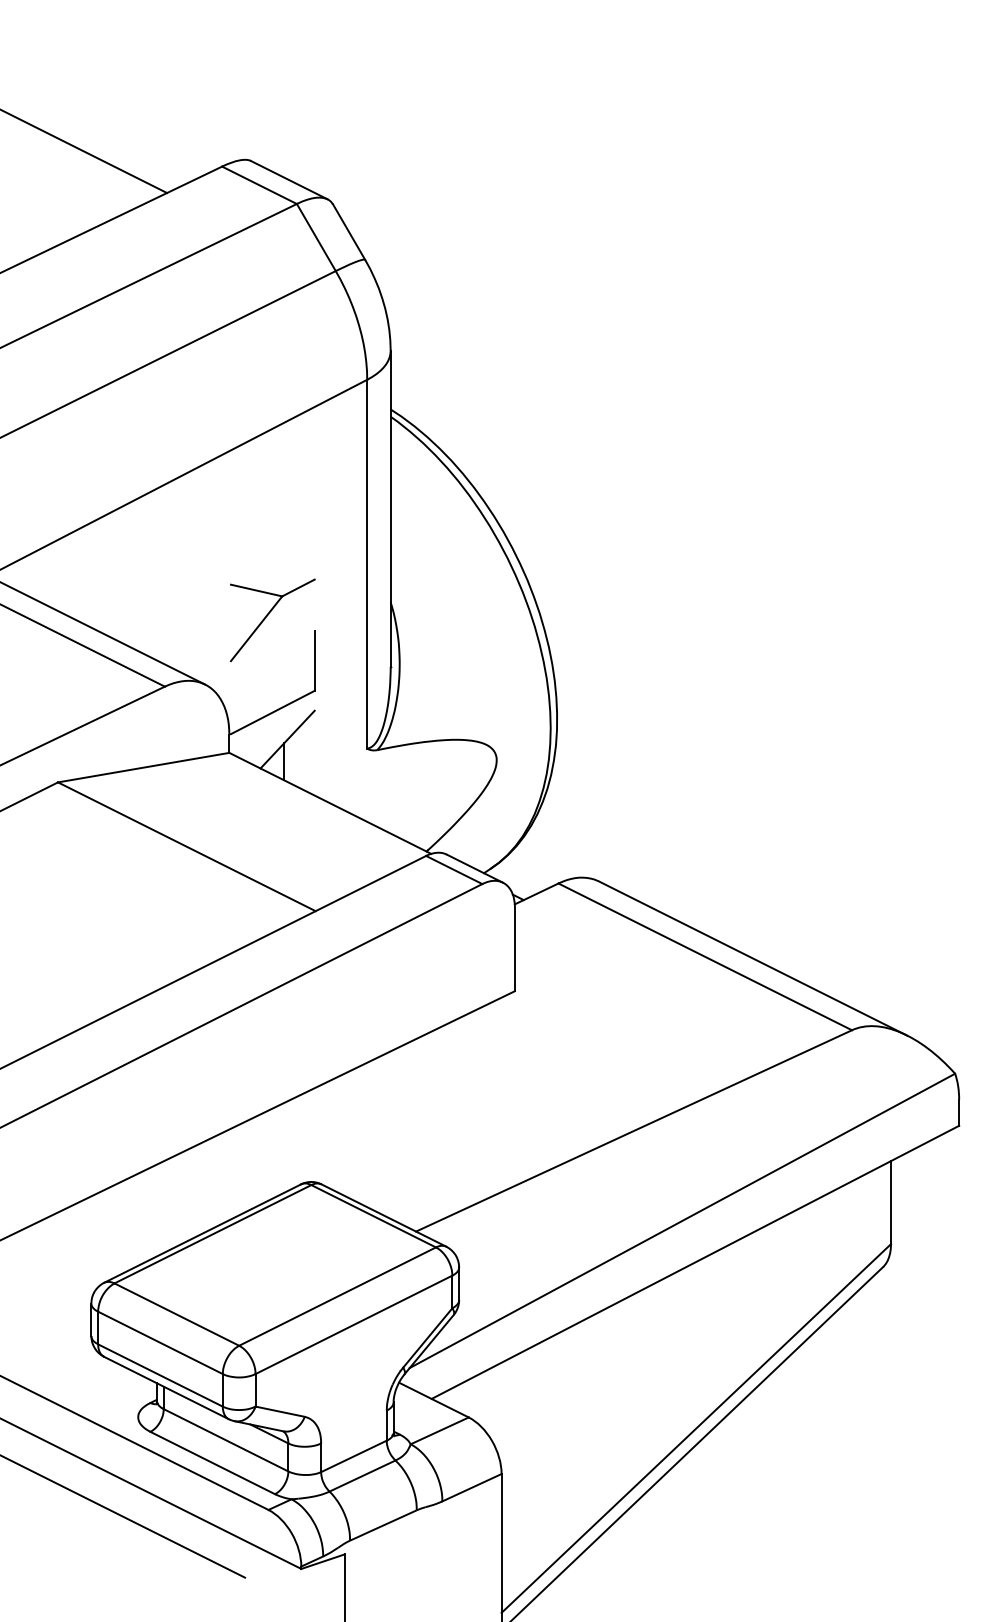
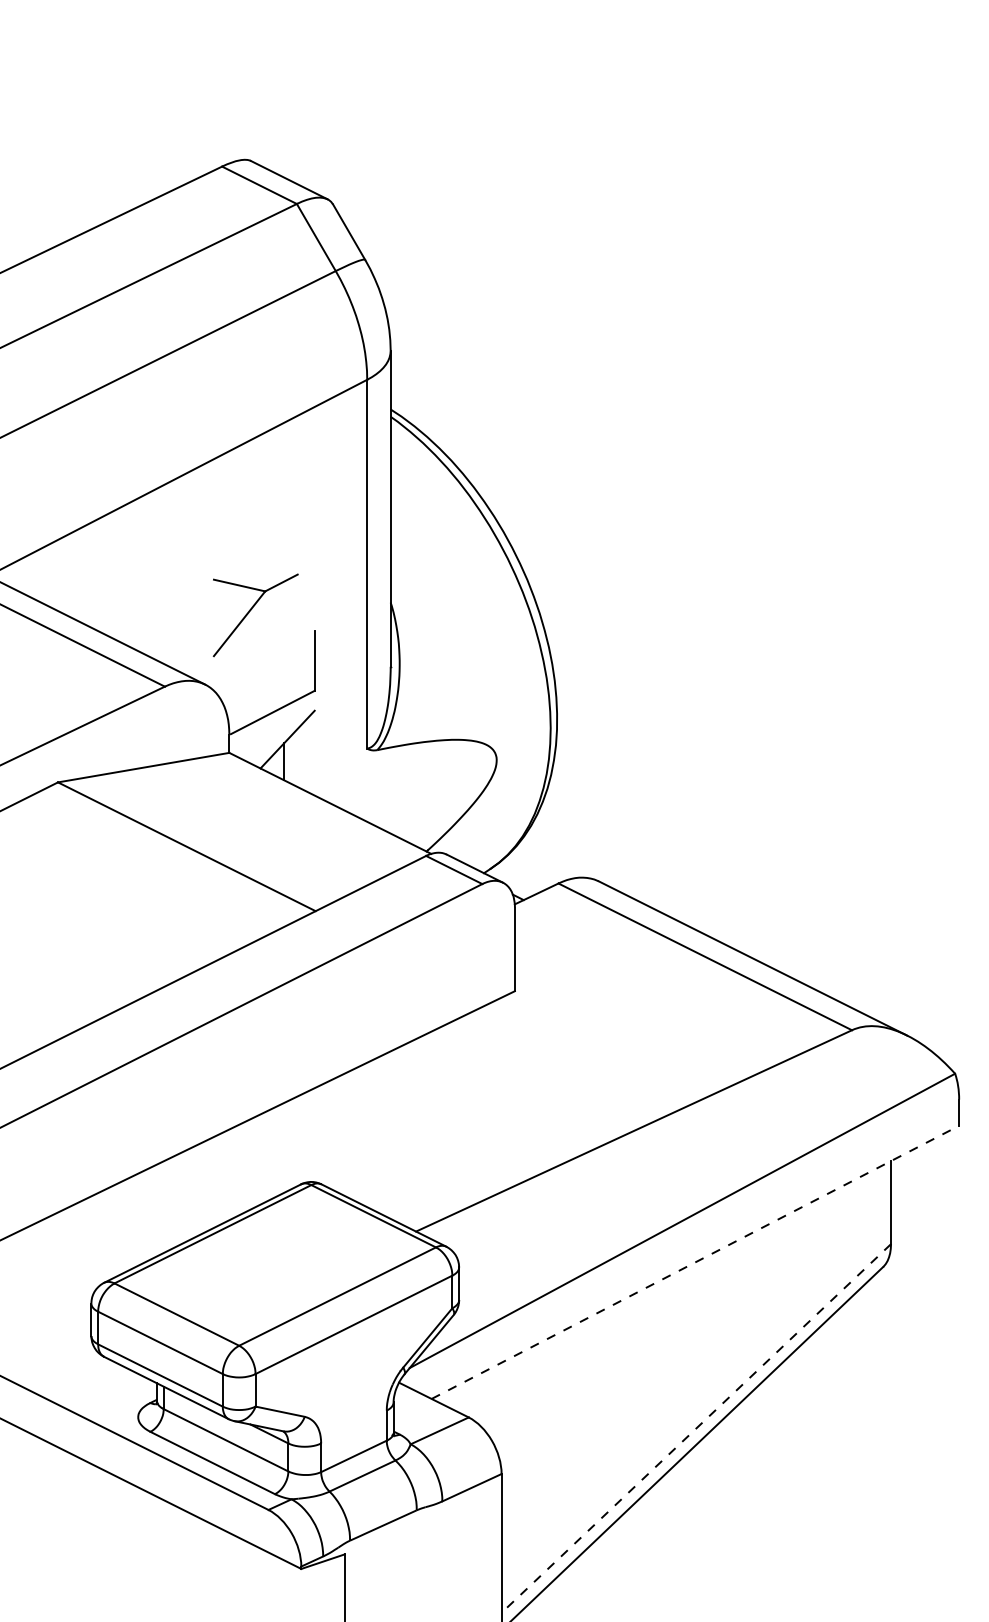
line at (84, 151): present -> none
part at (268, 615) position: (268, 615) -> (251, 610)
line at (695, 1262): solid -> dashed
line at (695, 1428): solid -> dashed
line at (123, 1516): present -> none
